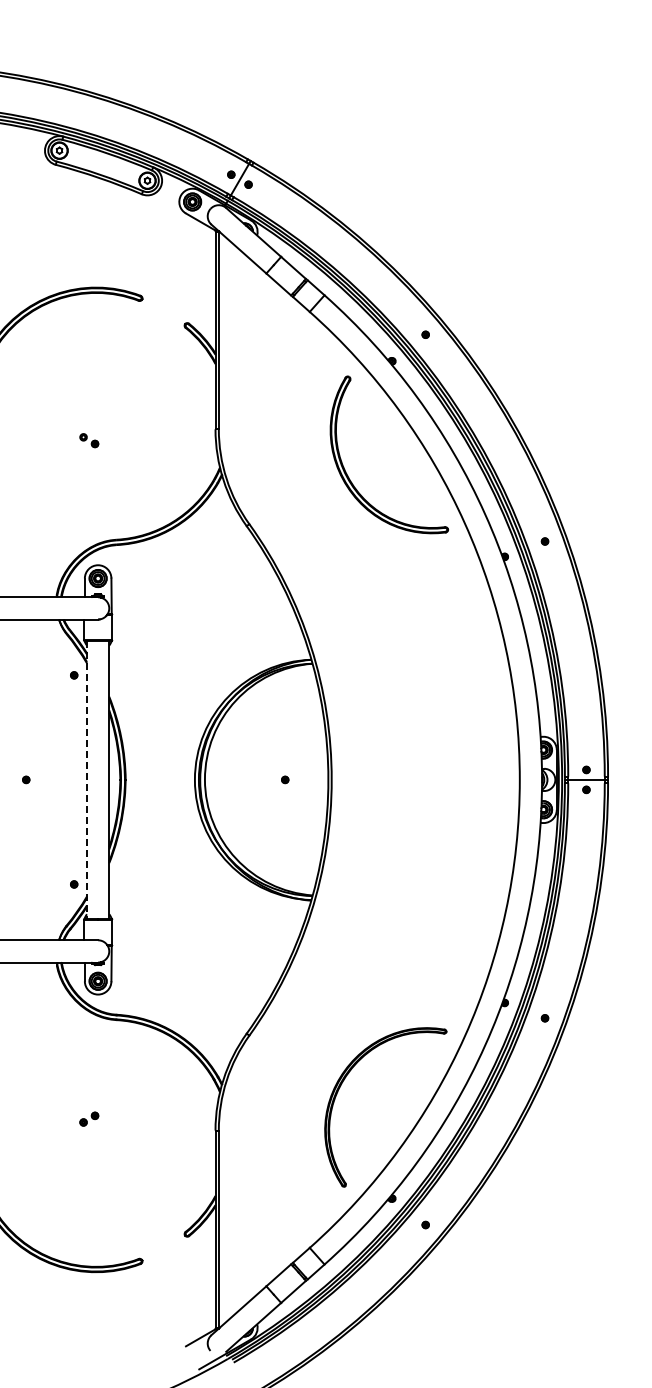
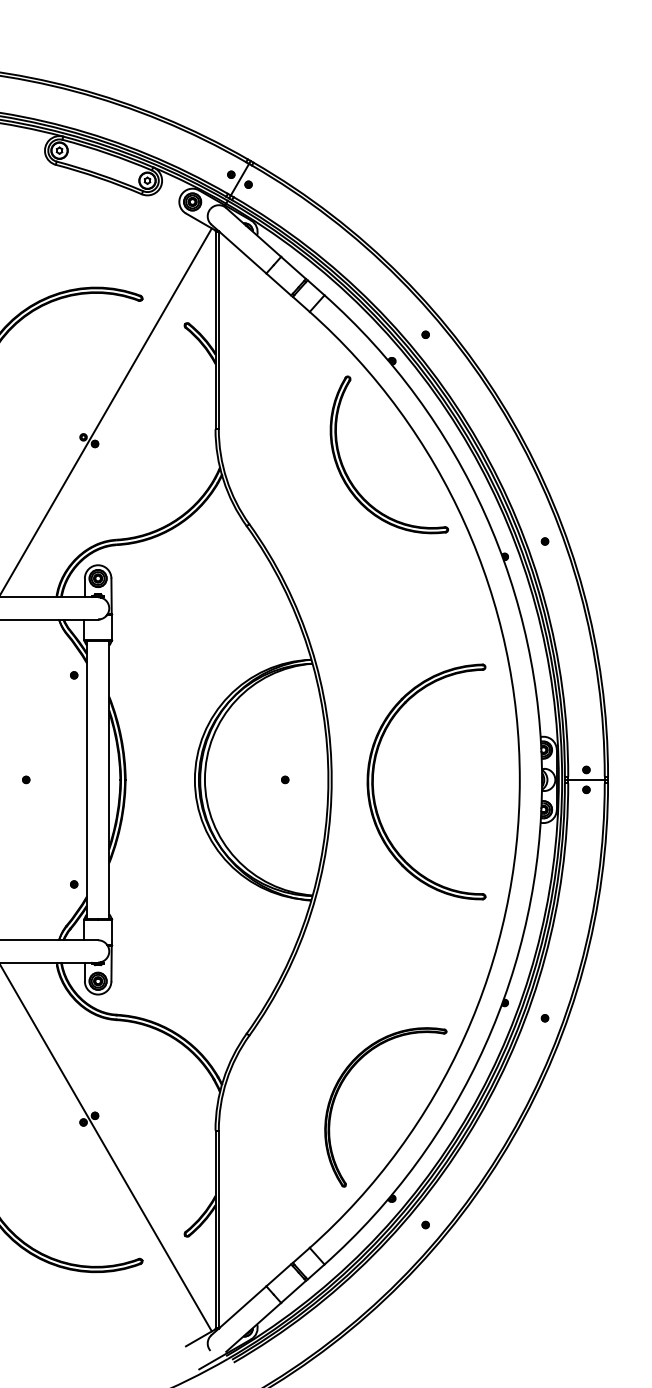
line at (106, 409): none -> present
part at (374, 773): none -> present
line at (87, 780): dashed -> solid
line at (106, 1149): none -> present
